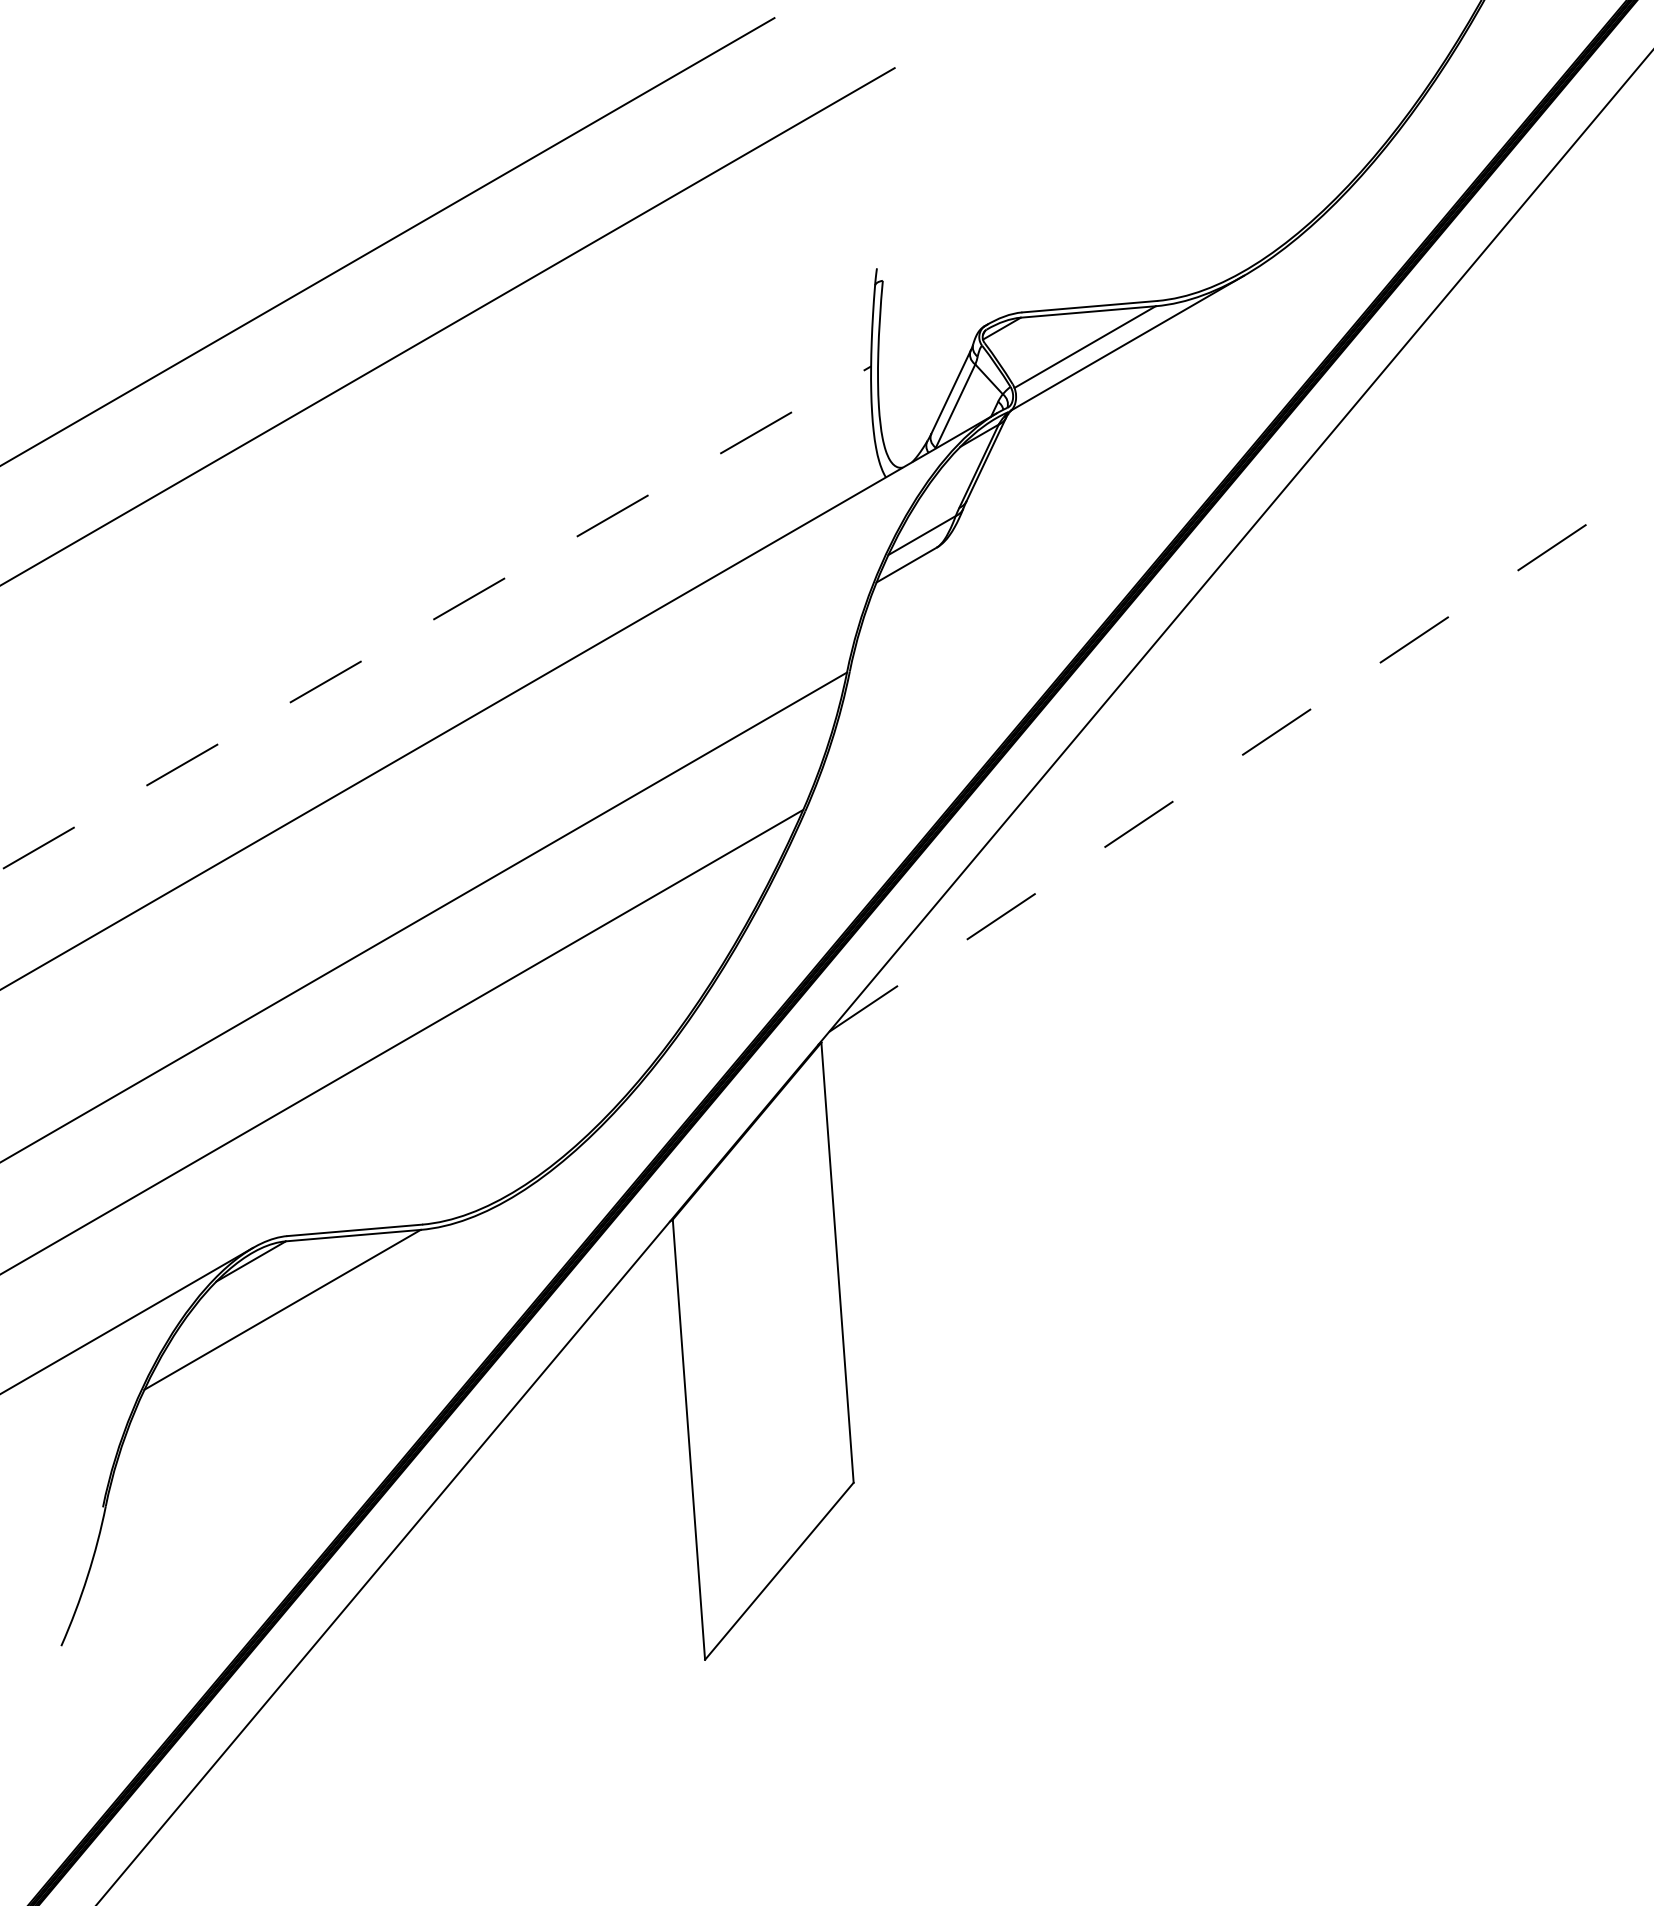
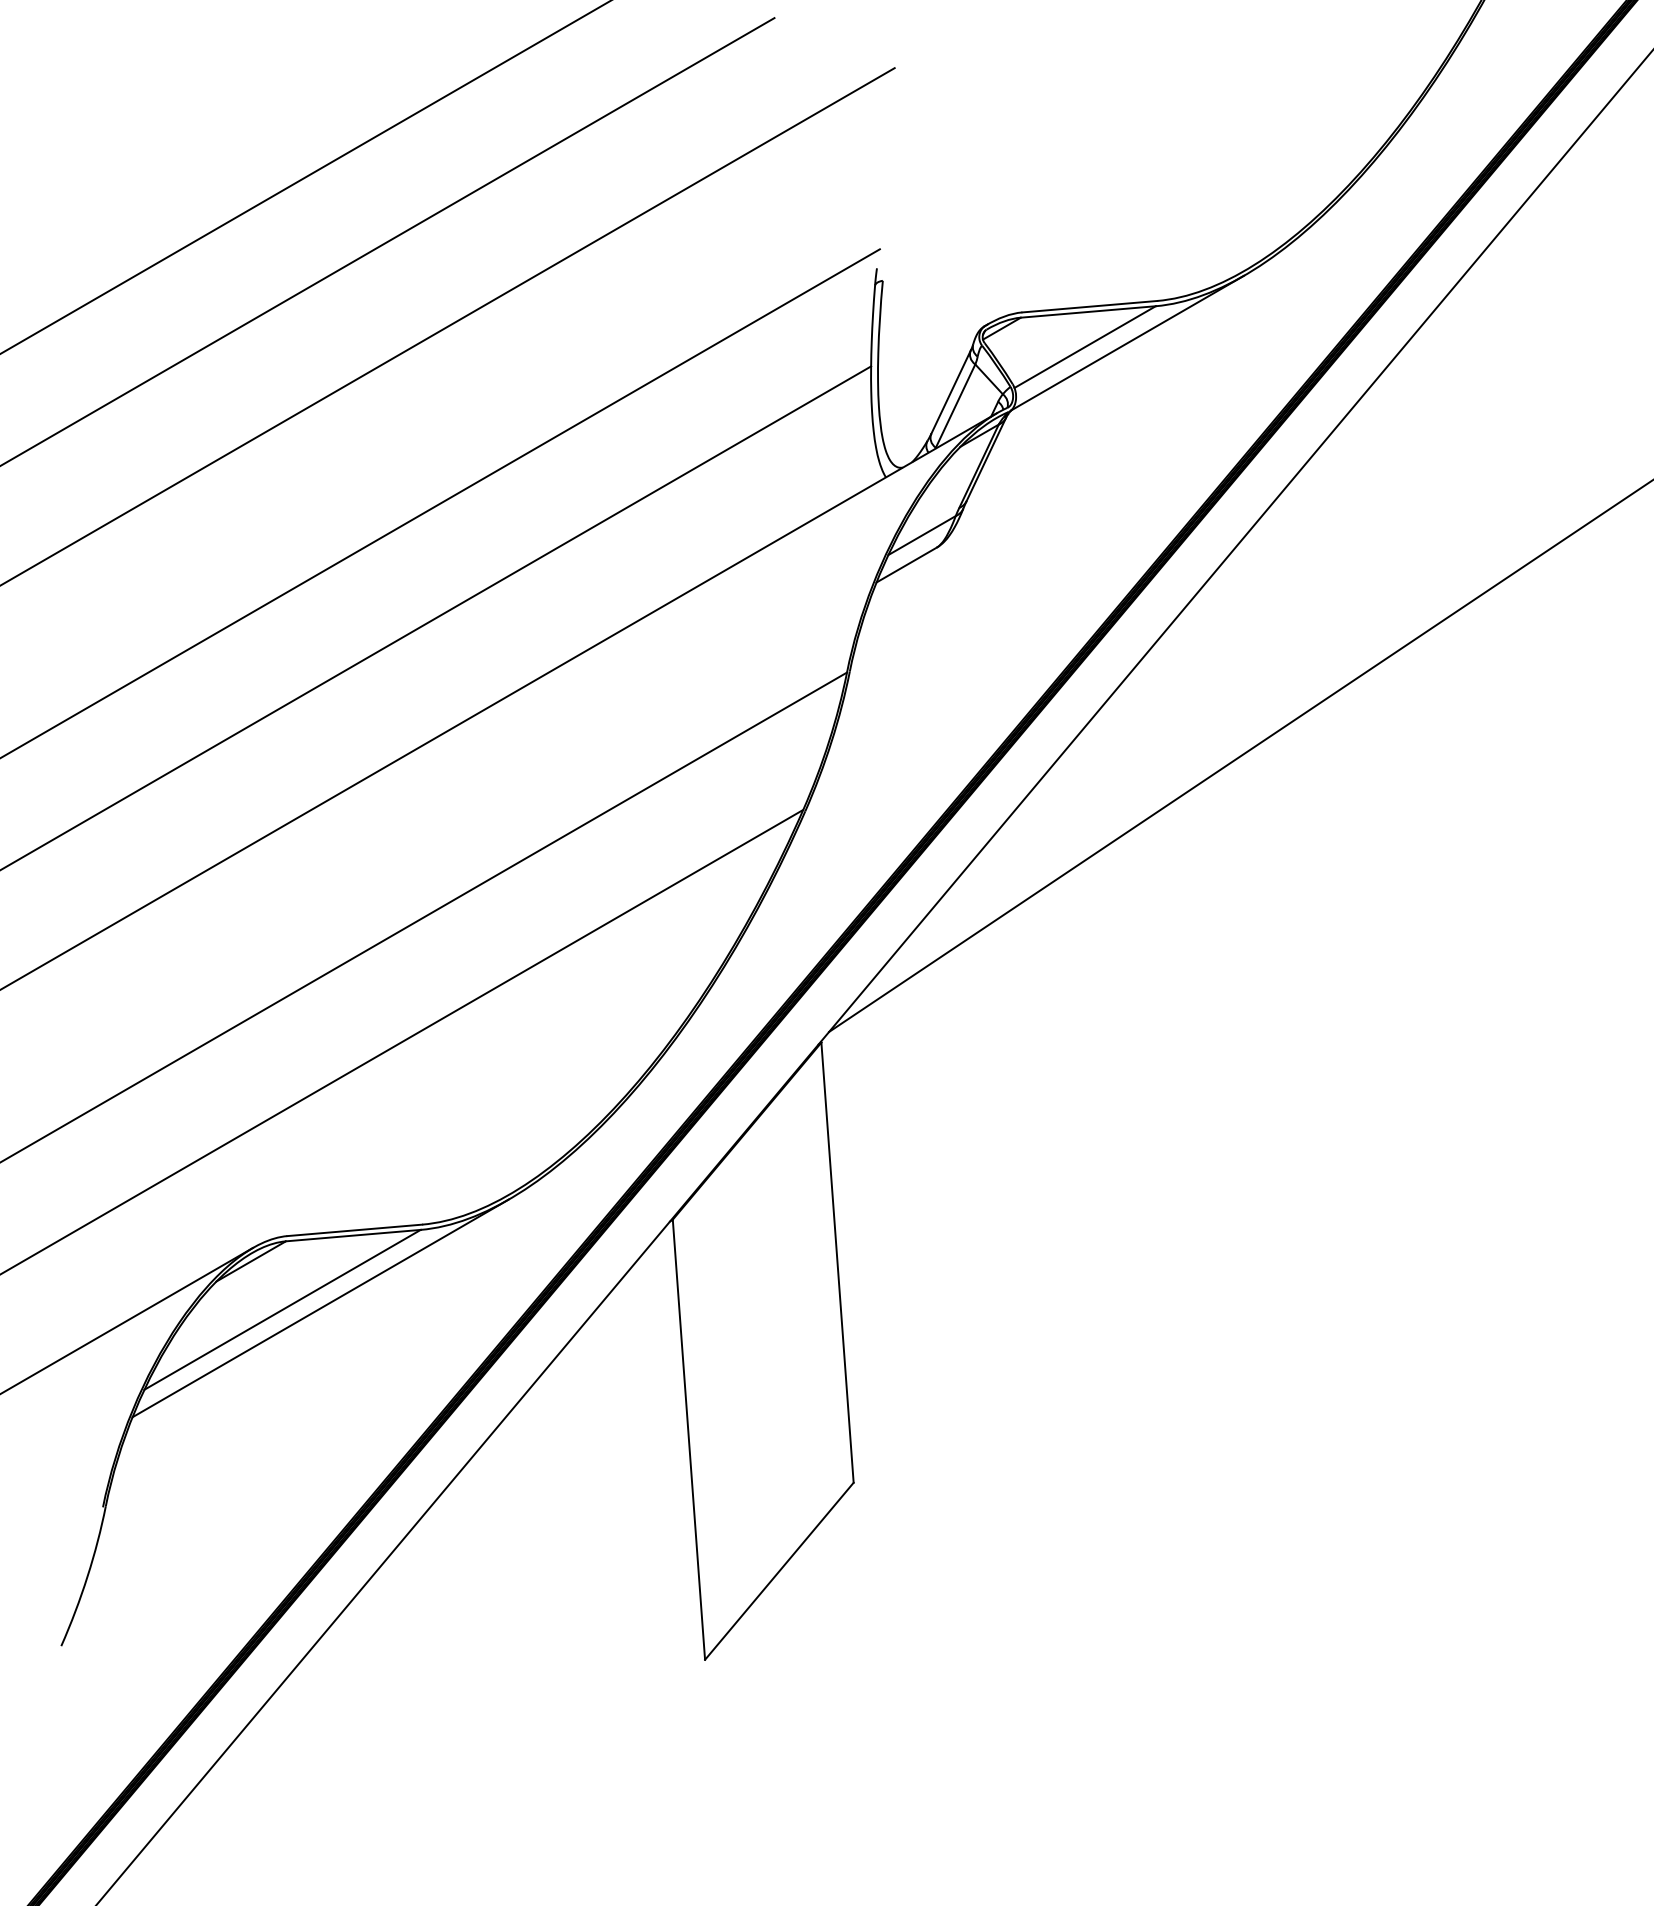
line at (305, 177): none -> present
line at (440, 502): none -> present
line at (435, 618): dashed -> solid
line at (1241, 755): dashed -> solid
line at (320, 1308): none -> present
